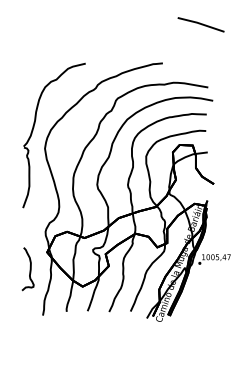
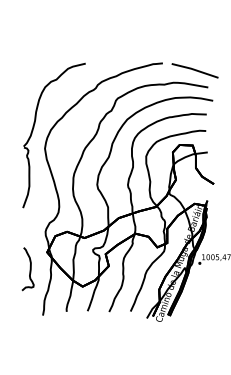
line at (200, 24) position: (200, 24) -> (194, 70)
